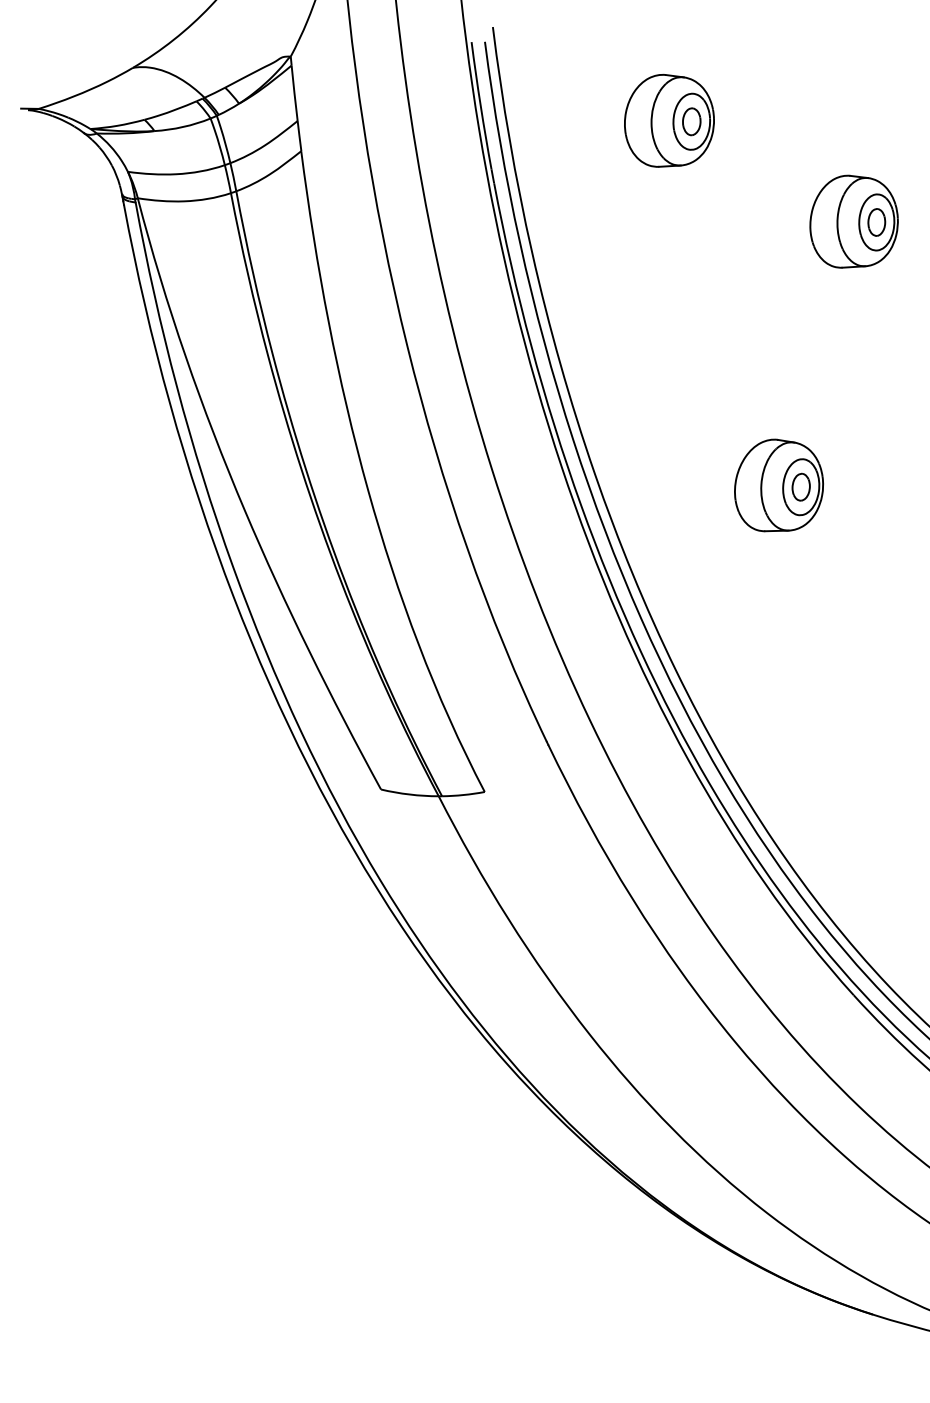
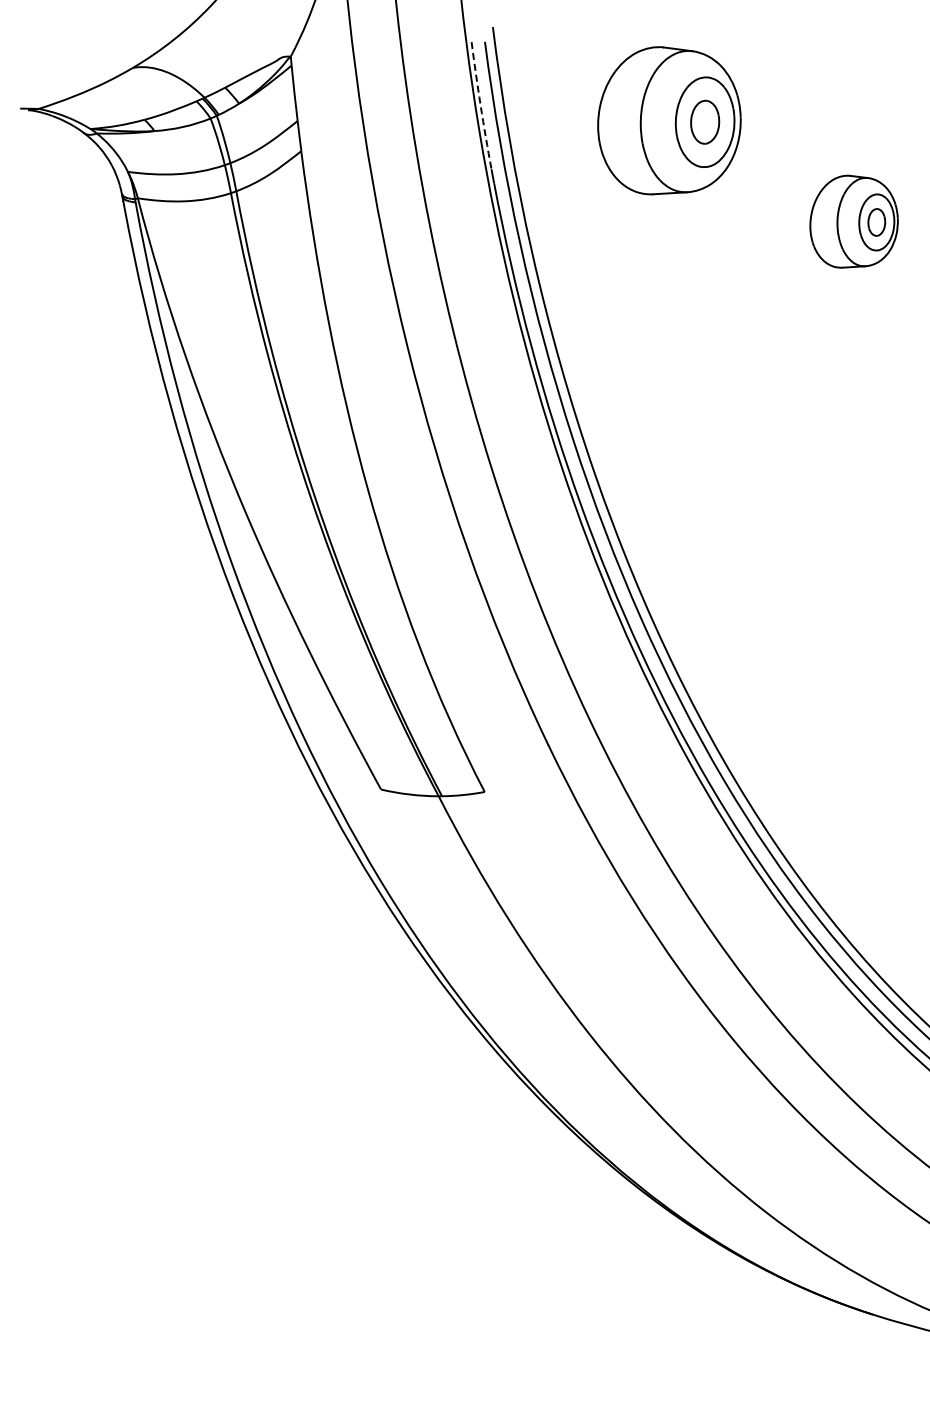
arc at (480, 105): solid -> dashed
part at (669, 120) size: 91x94 px -> 145x150 px
part at (778, 485): present -> none
